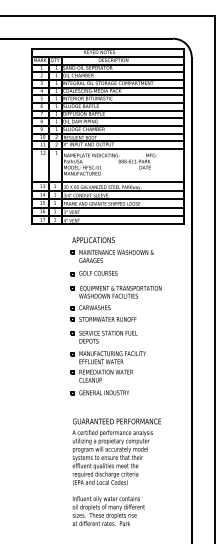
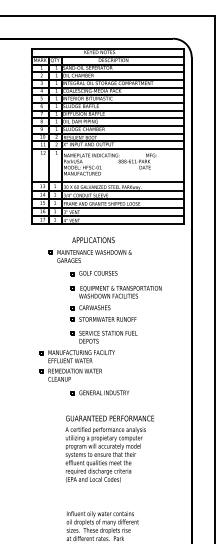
part at (111, 256) position: (111, 256) -> (89, 256)
part at (107, 366) position: (107, 366) -> (76, 365)
text at (116, 451) position: (116, 451) -> (109, 448)
text at (108, 510) position: (108, 510) -> (102, 525)
